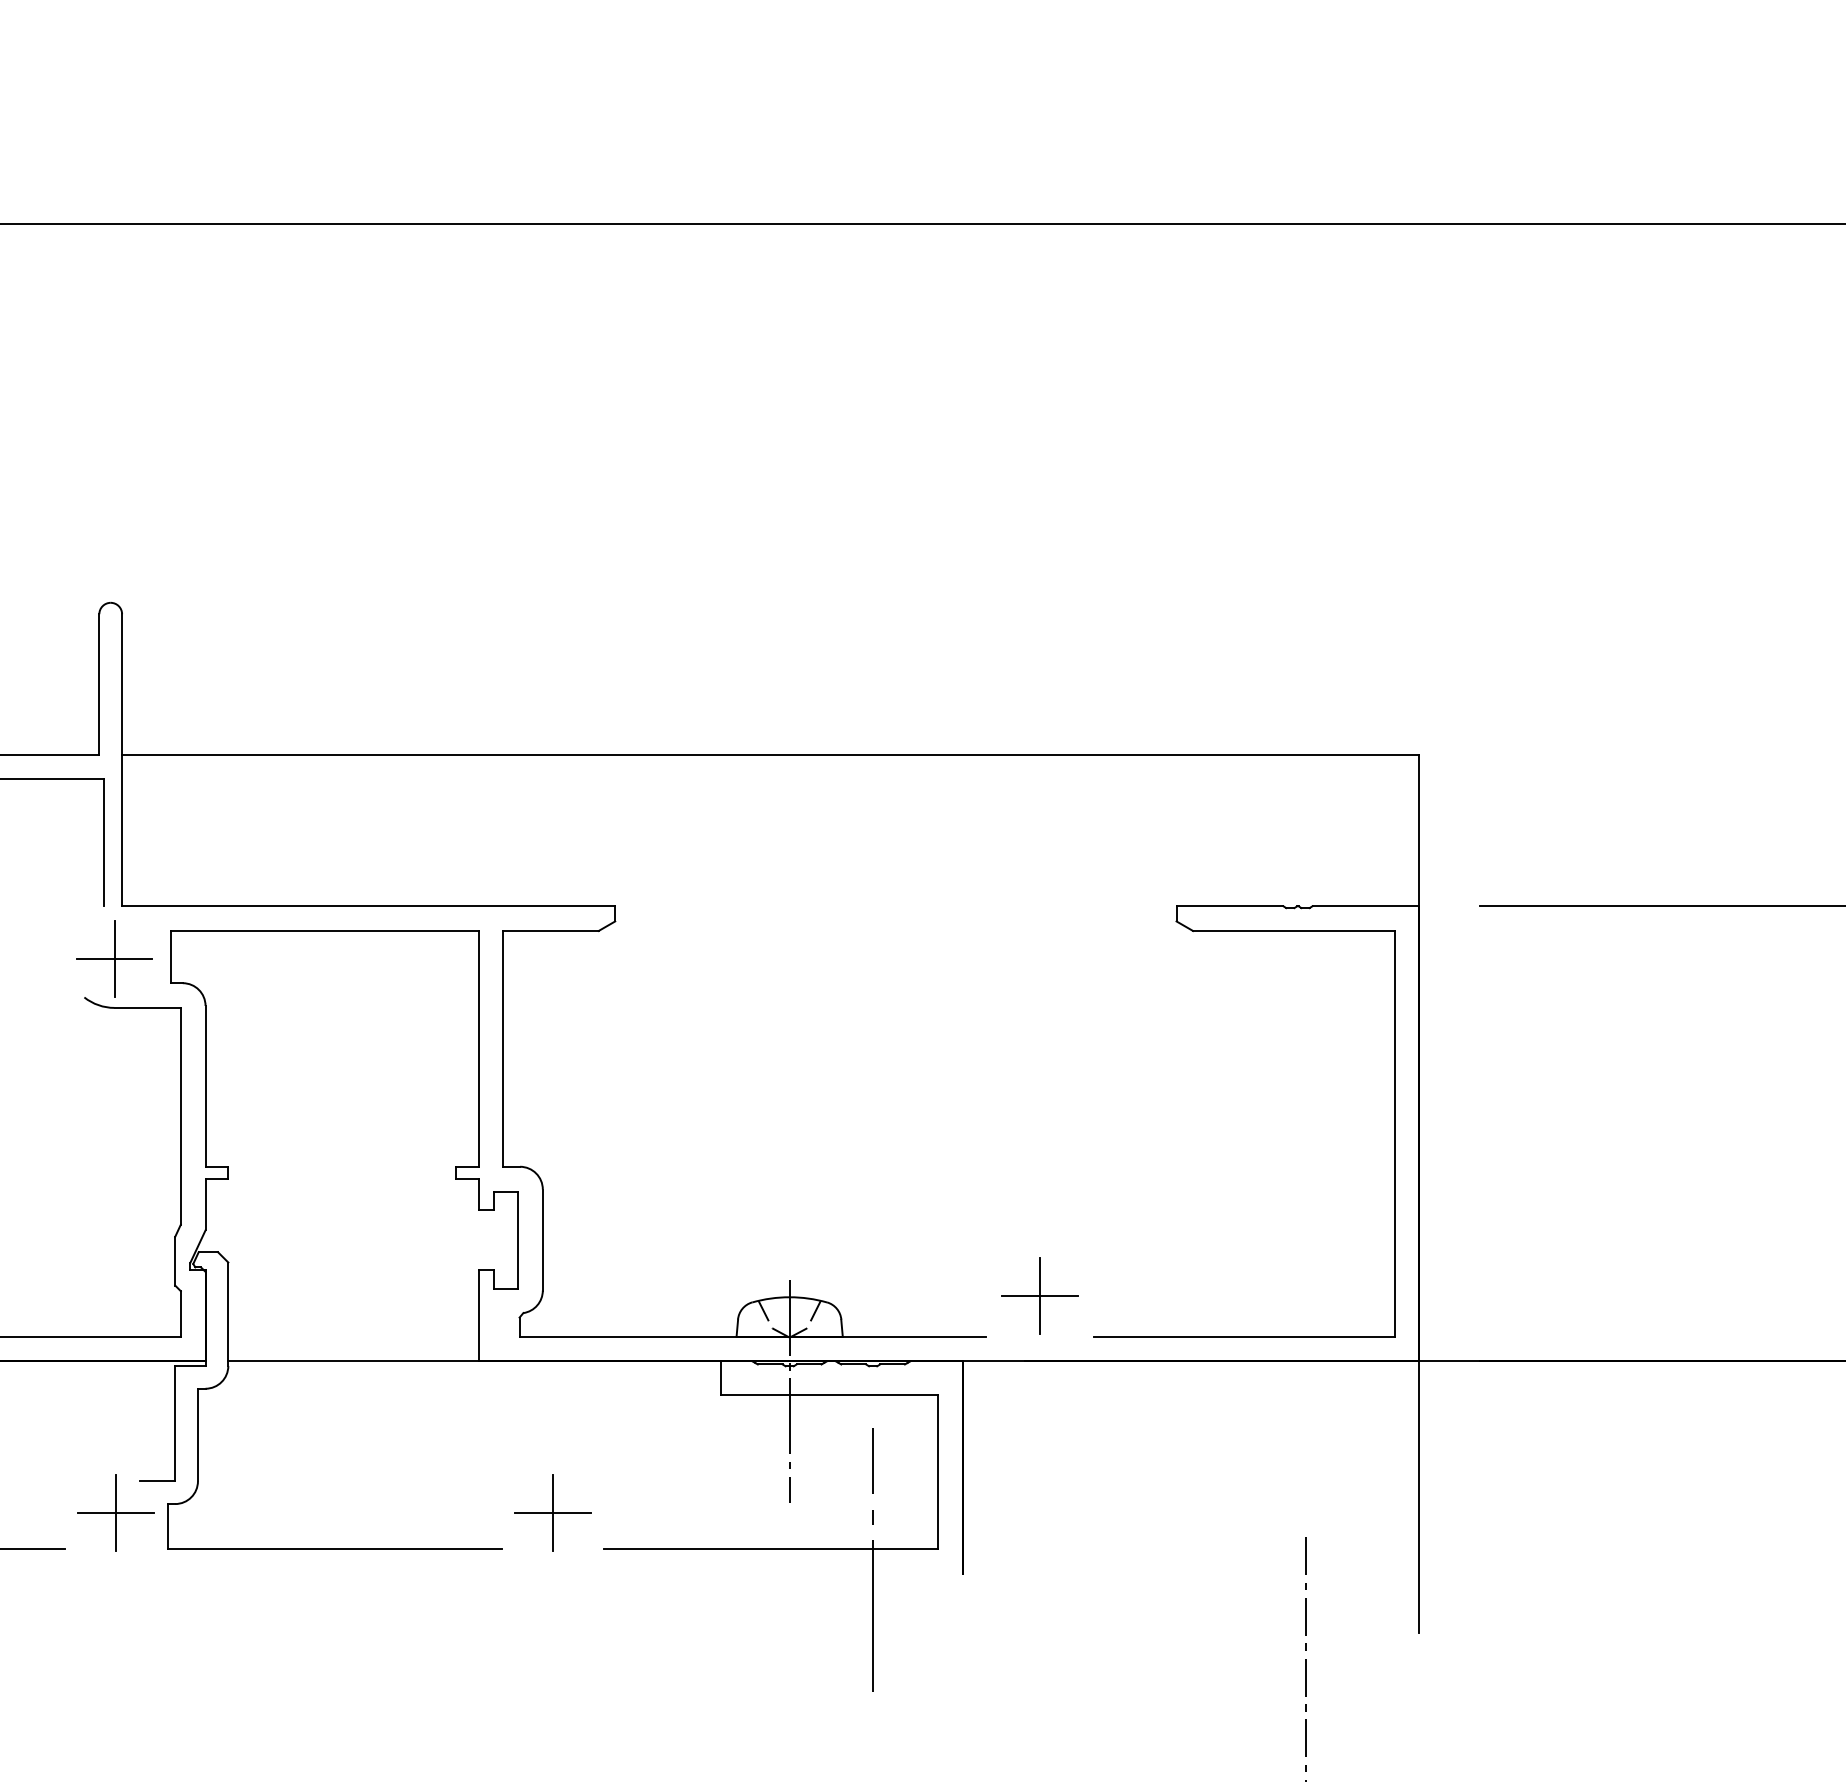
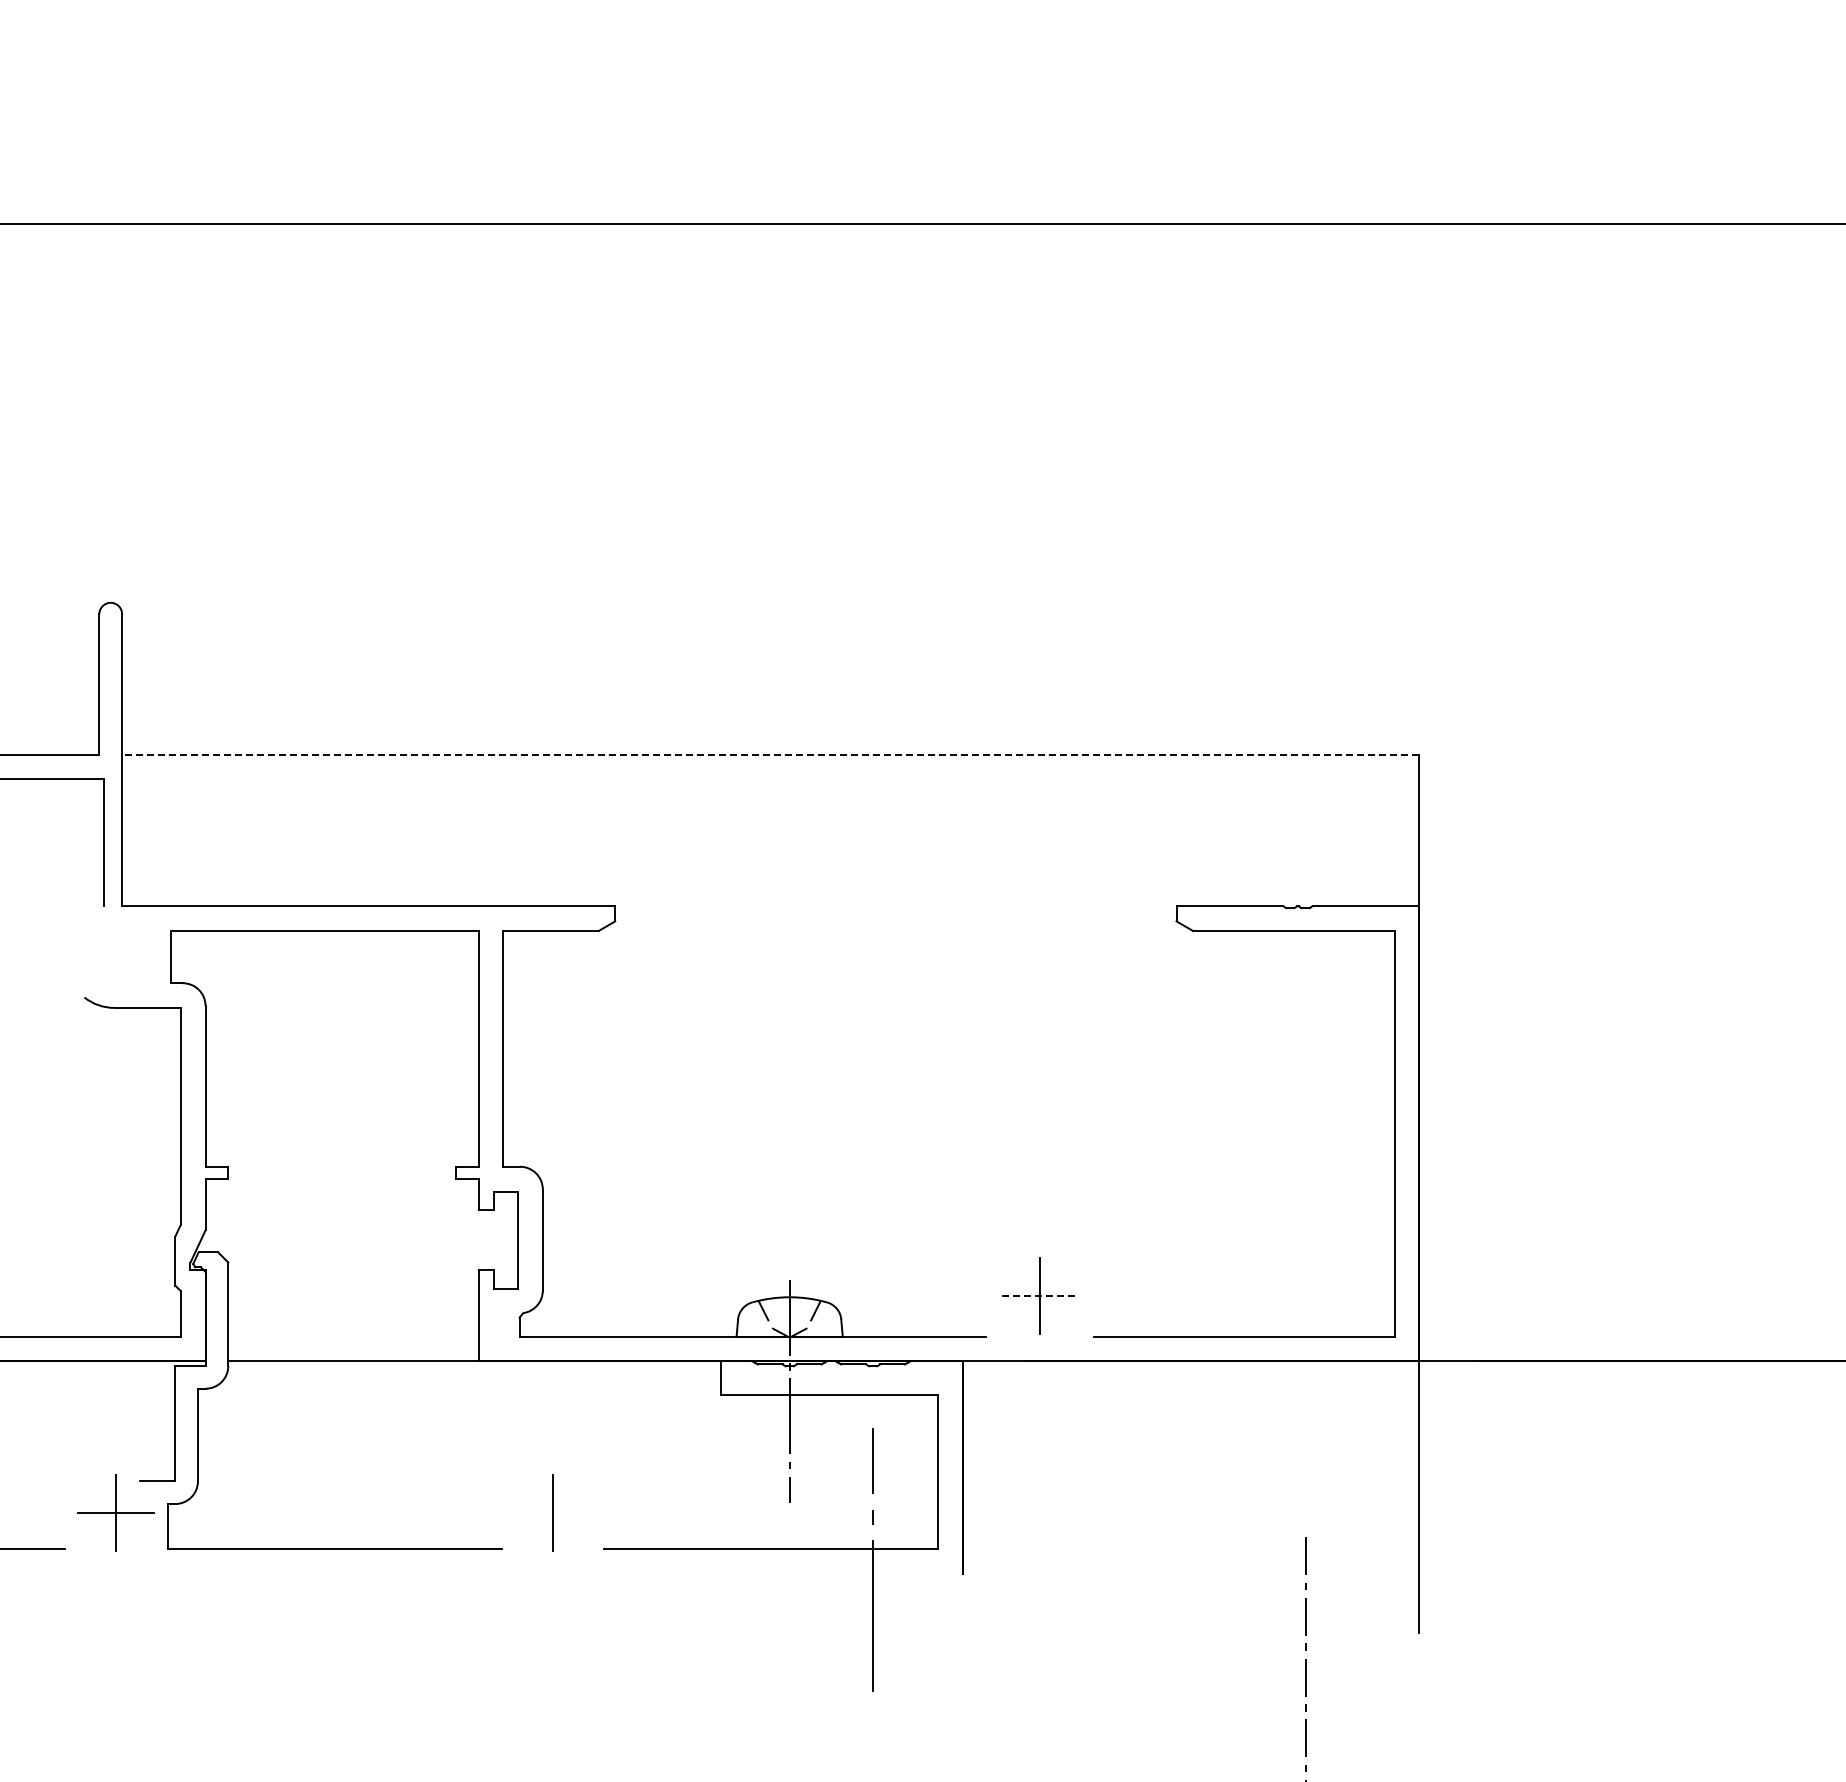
line at (770, 754): solid -> dashed
line at (1661, 906): present -> none
part at (114, 958): present -> none
line at (1040, 1296): solid -> dashed
line at (552, 1513): present -> none
